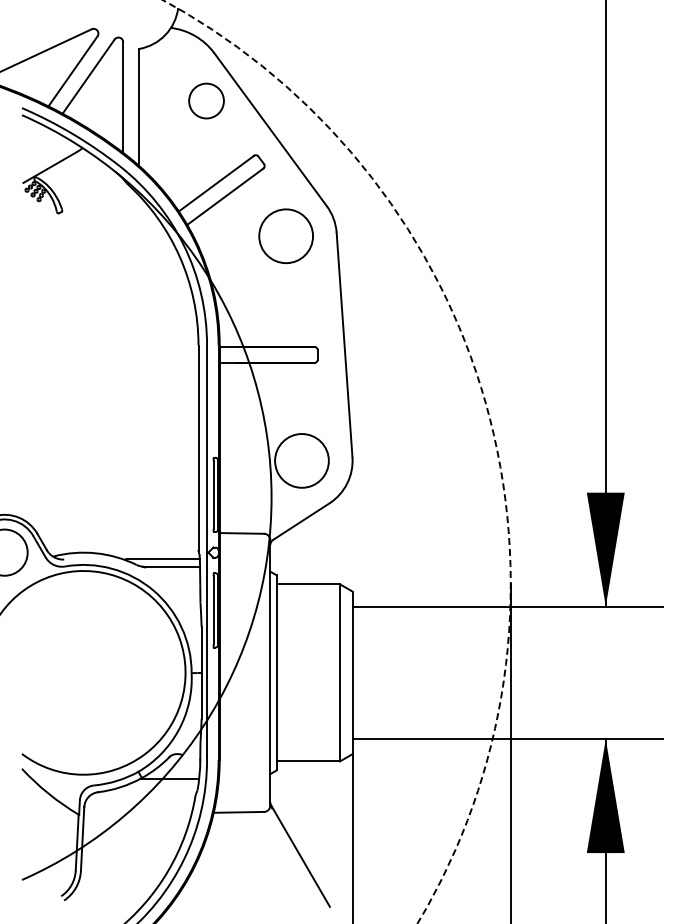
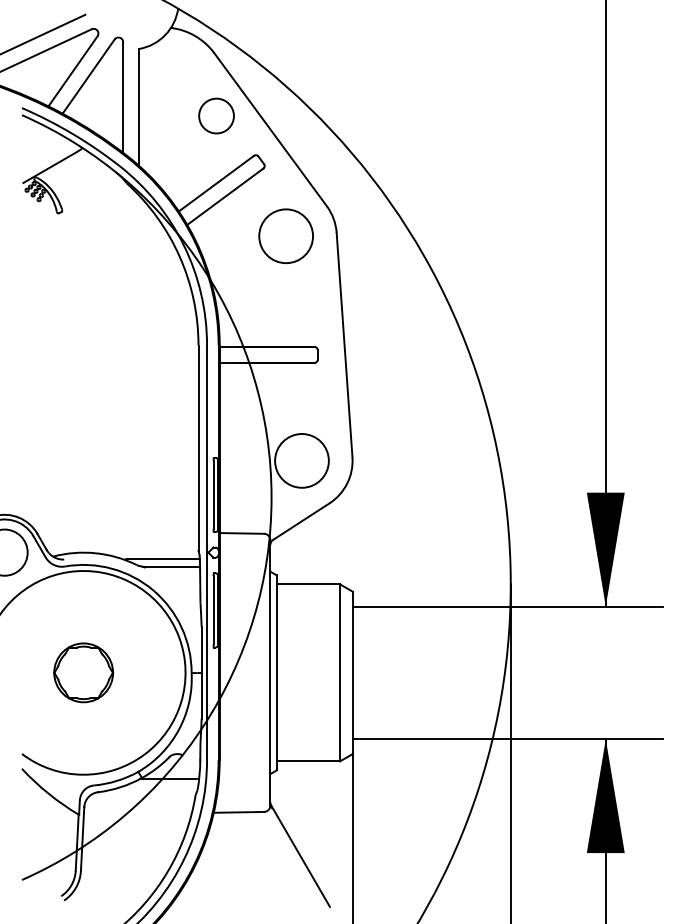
line at (43, 33): none -> present
circle at (206, 100) position: (206, 100) -> (216, 115)
arc at (487, 408): dashed -> solid
part at (83, 672): none -> present
